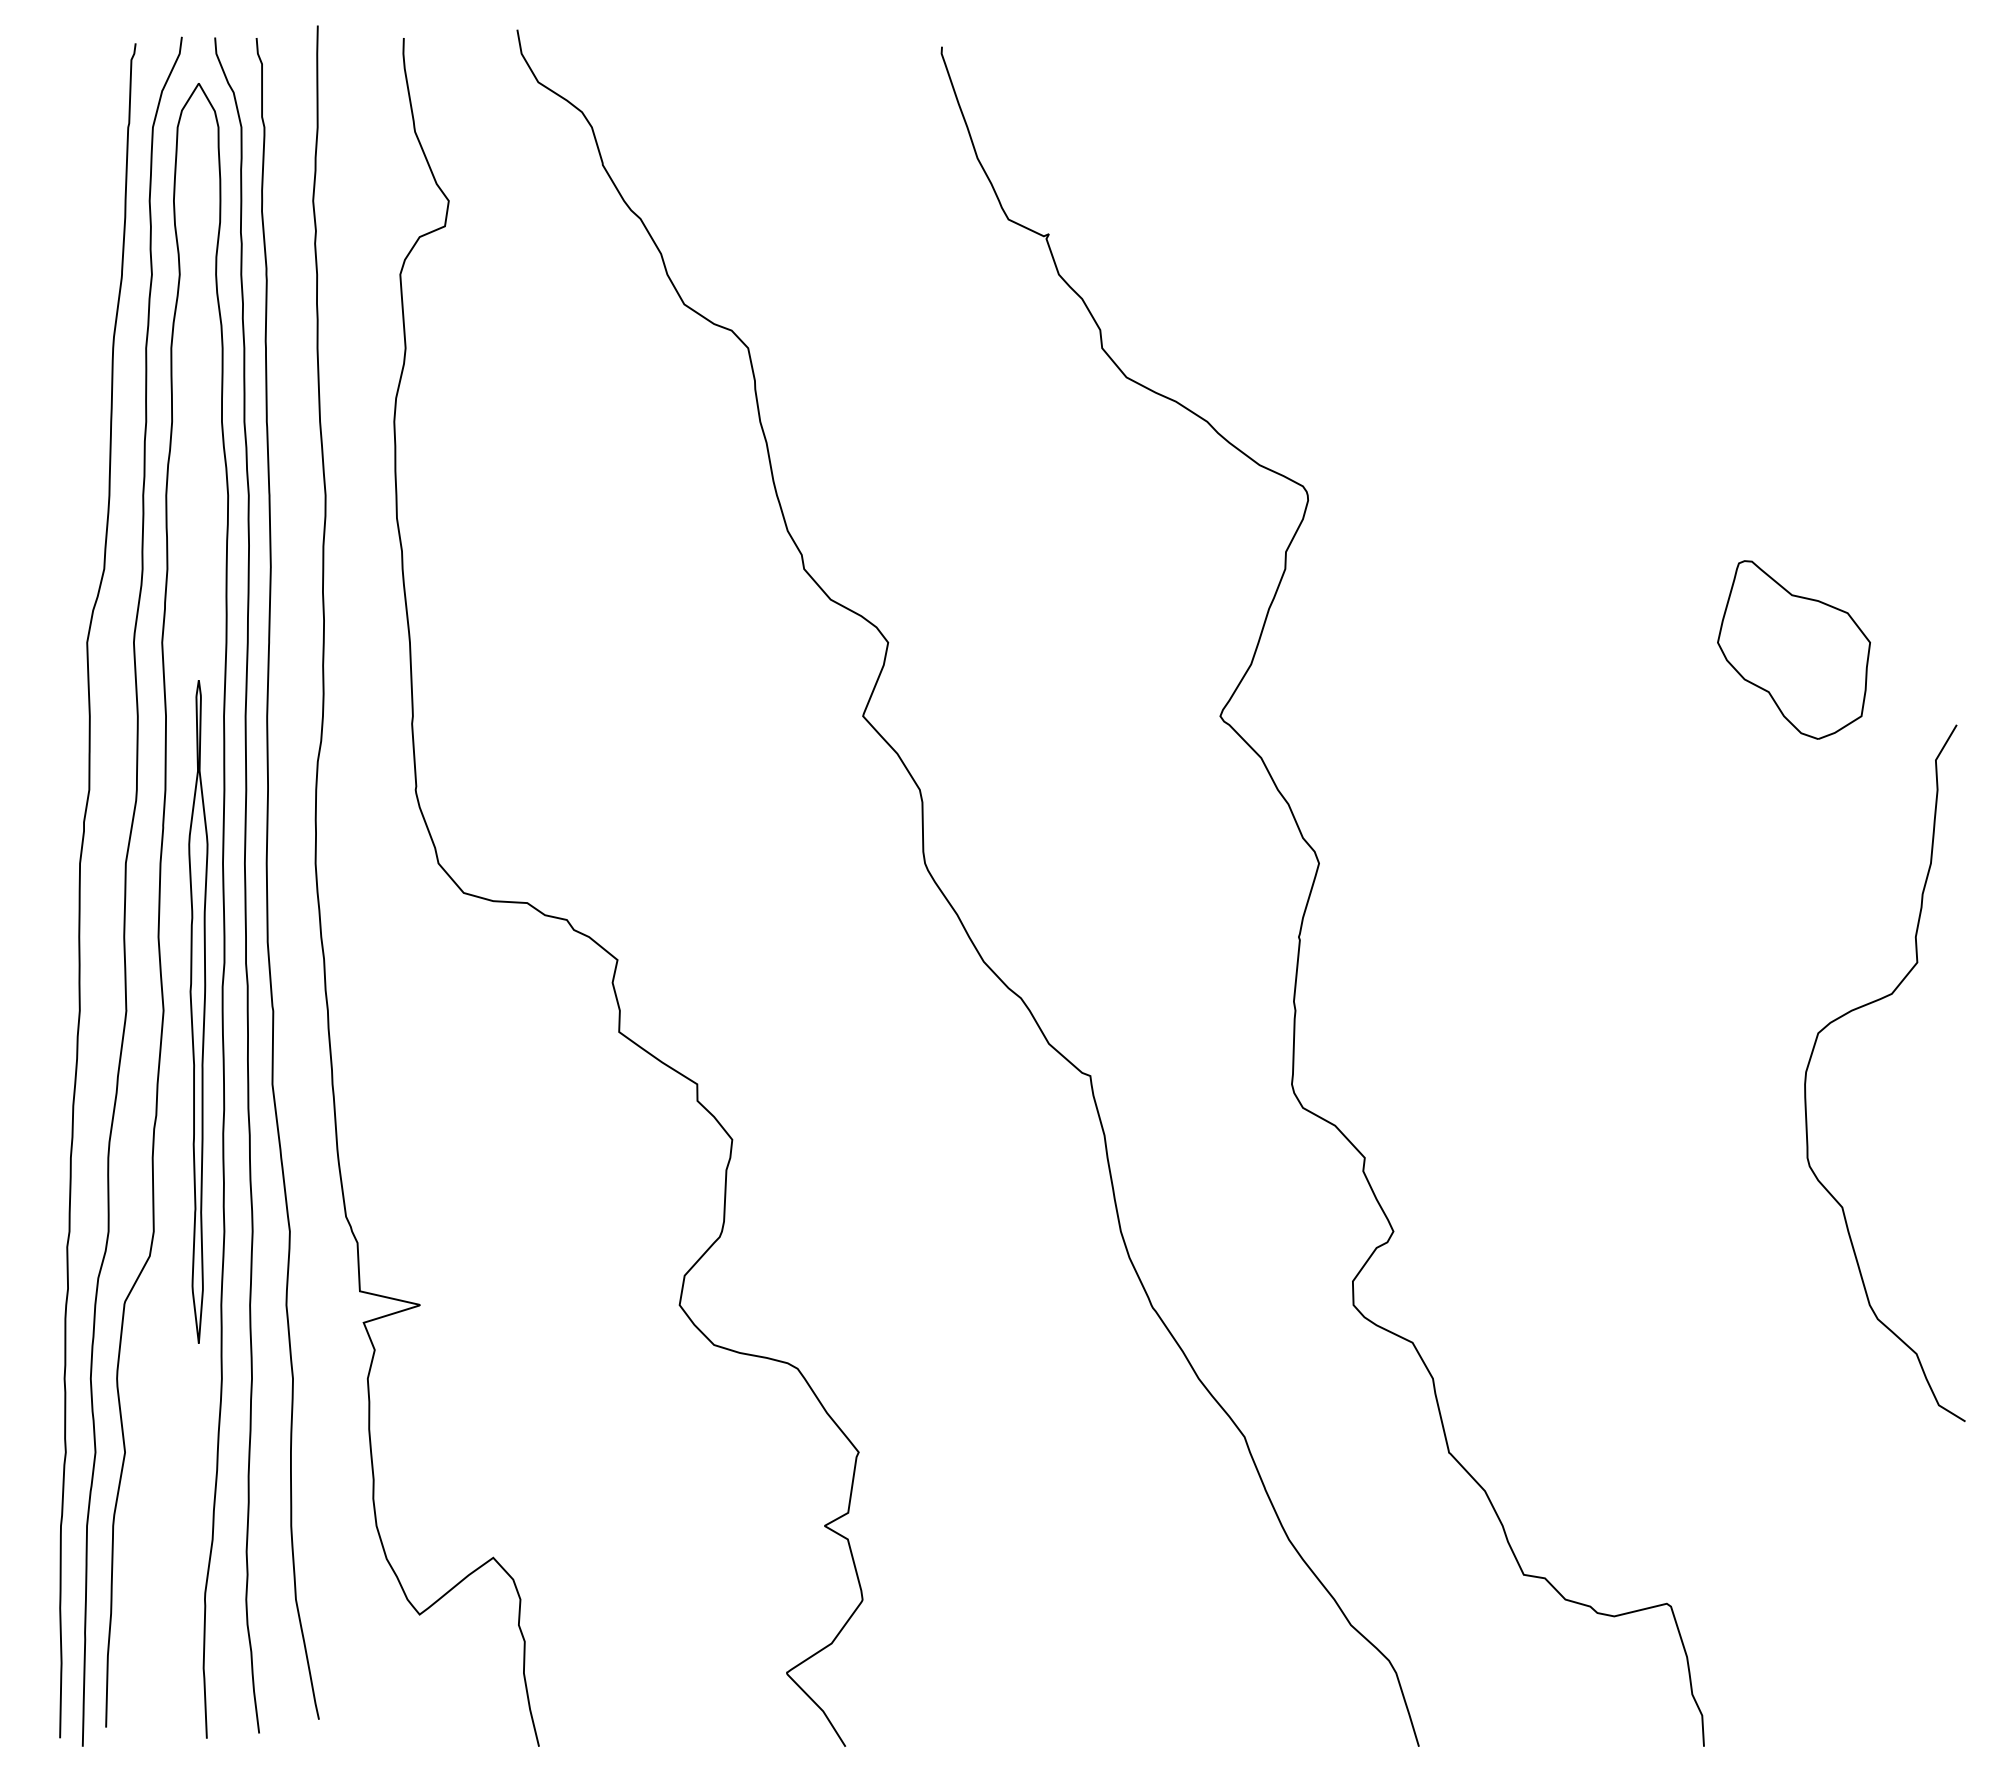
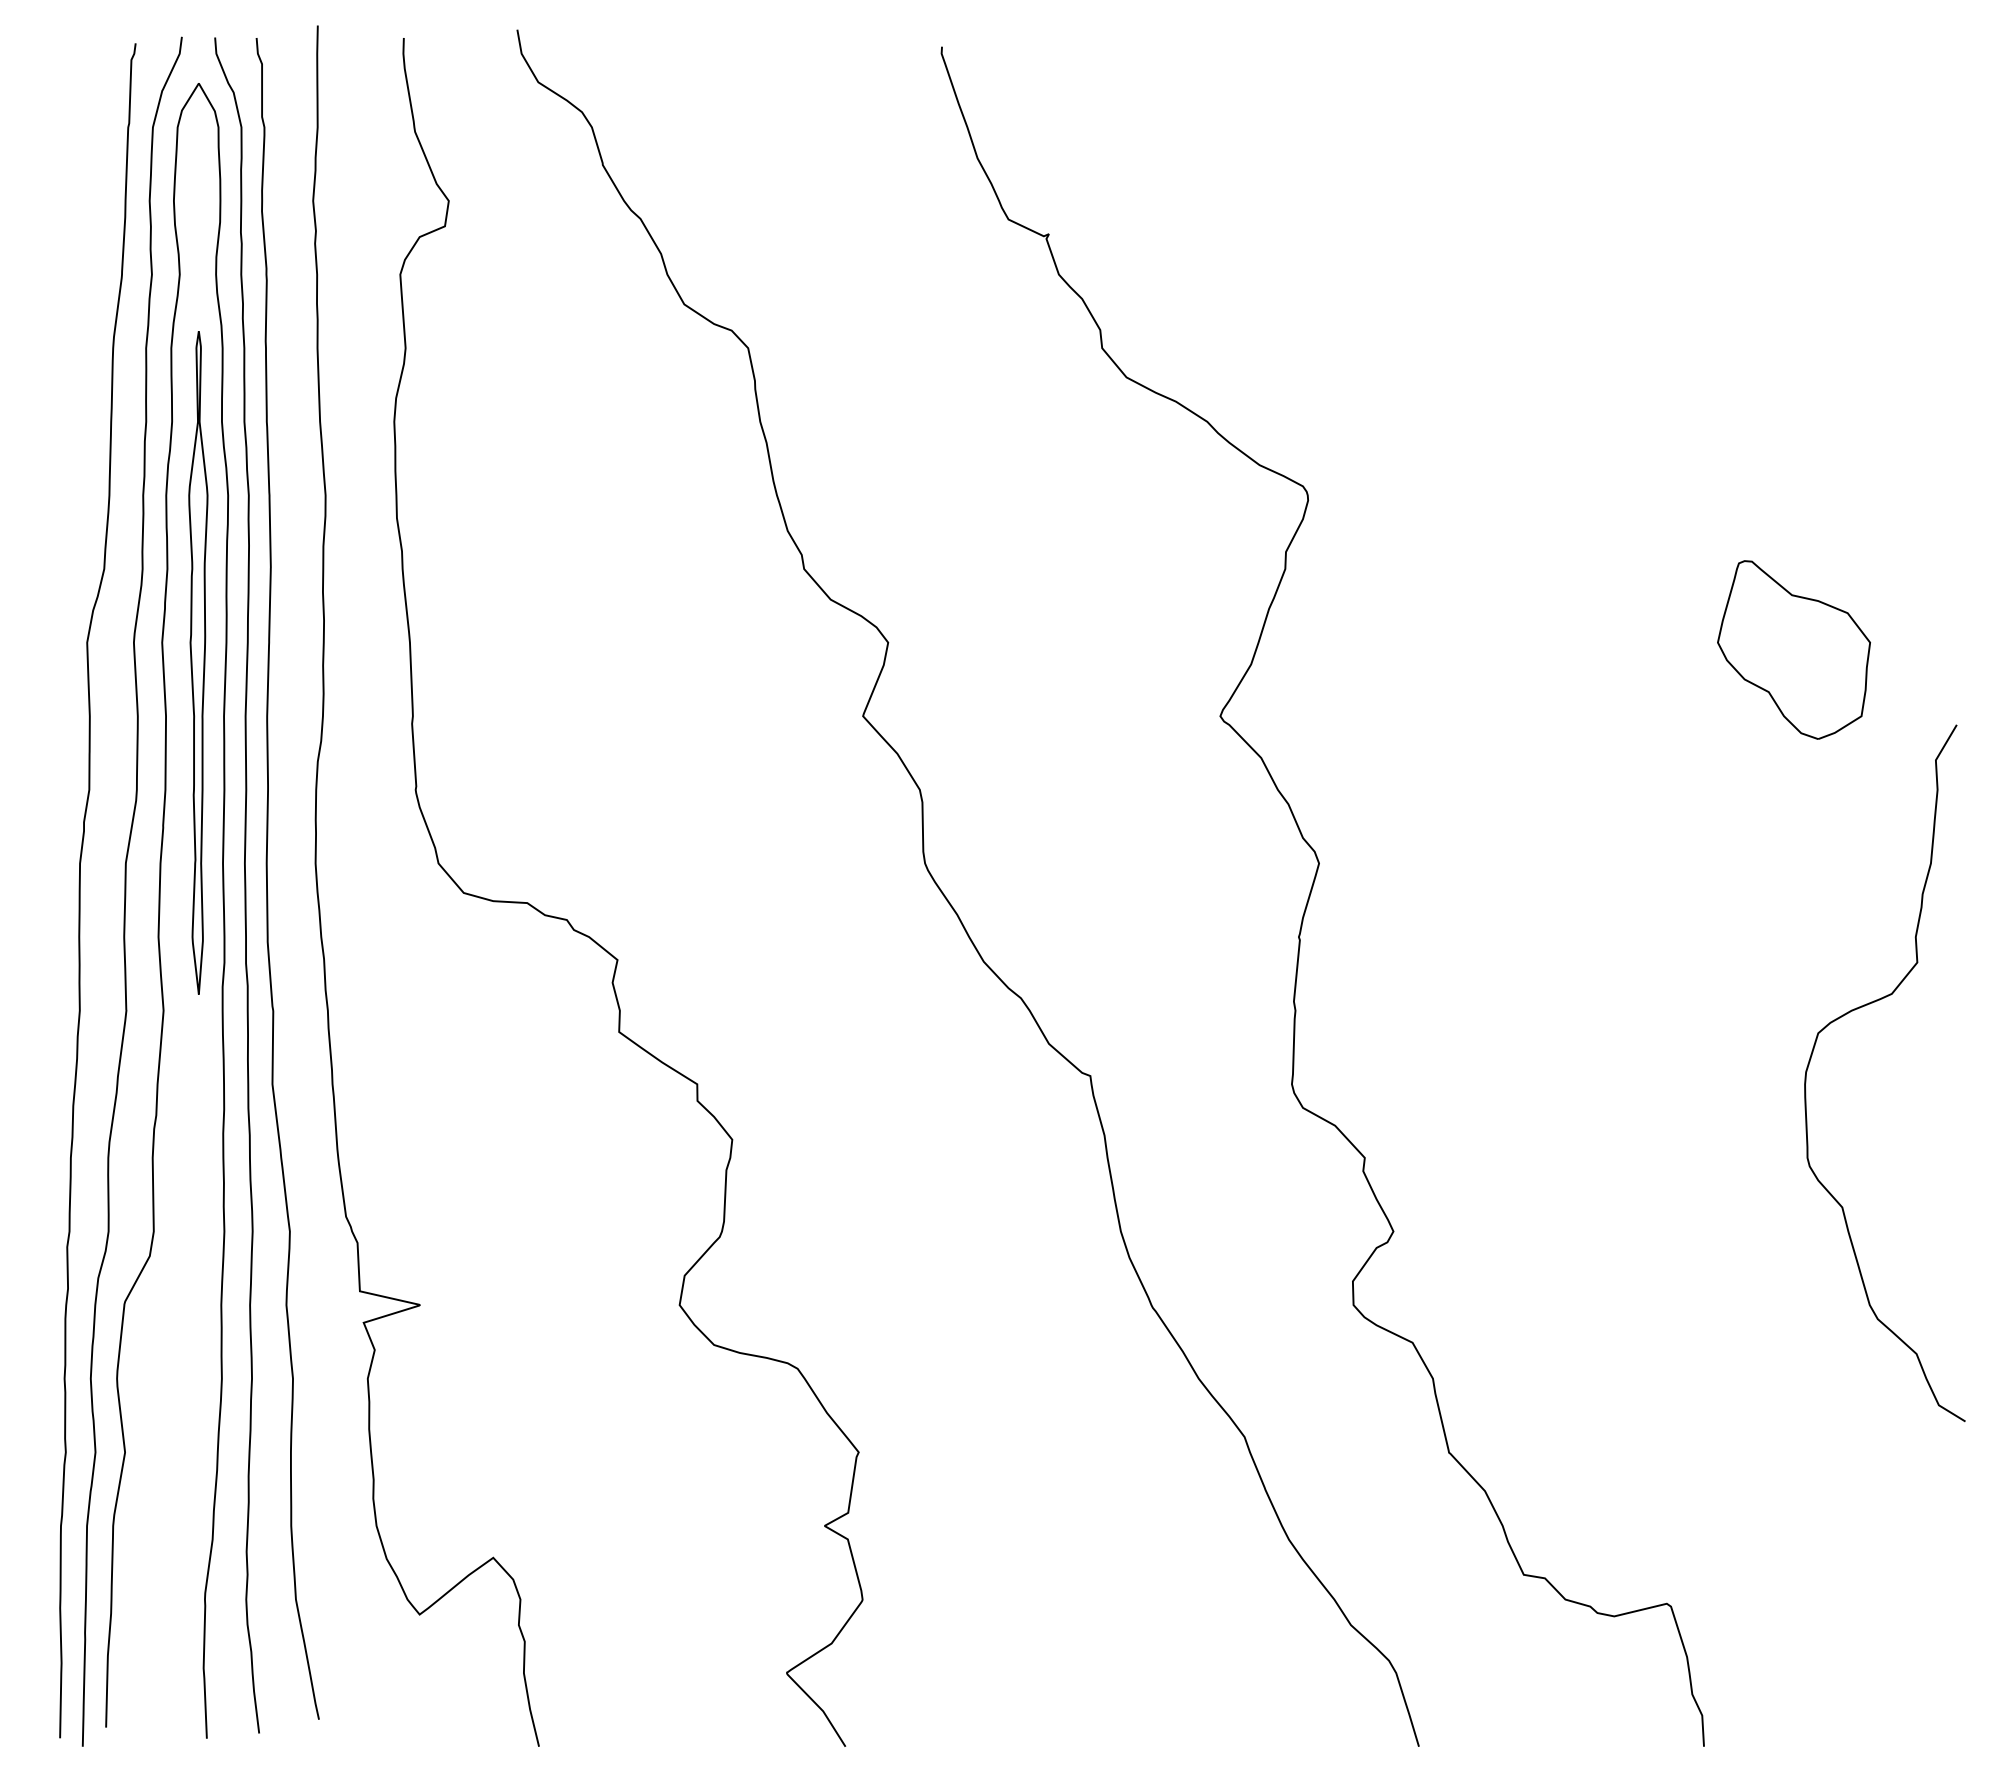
part at (198, 1011) position: (198, 1011) -> (198, 662)
